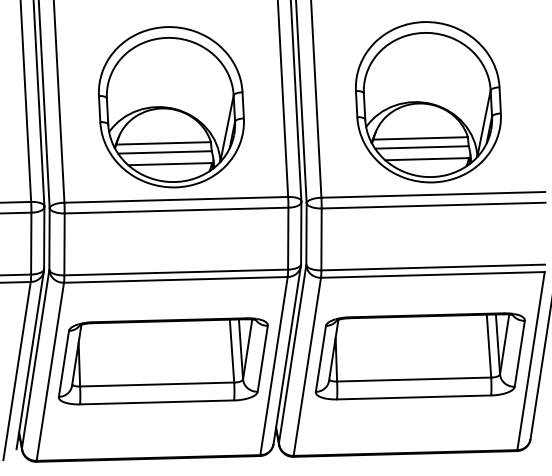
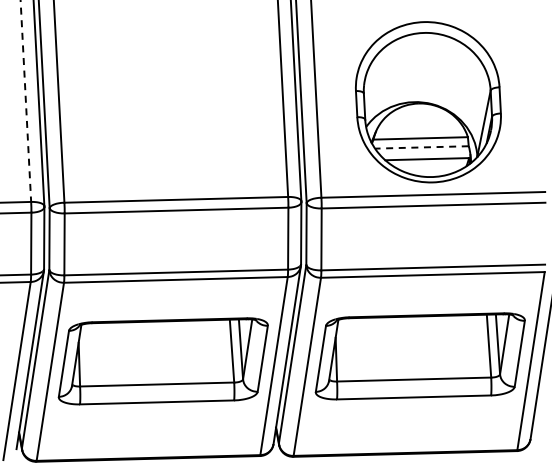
line at (25, 101): solid -> dashed
part at (171, 107): present -> none
line at (422, 147): solid -> dashed
